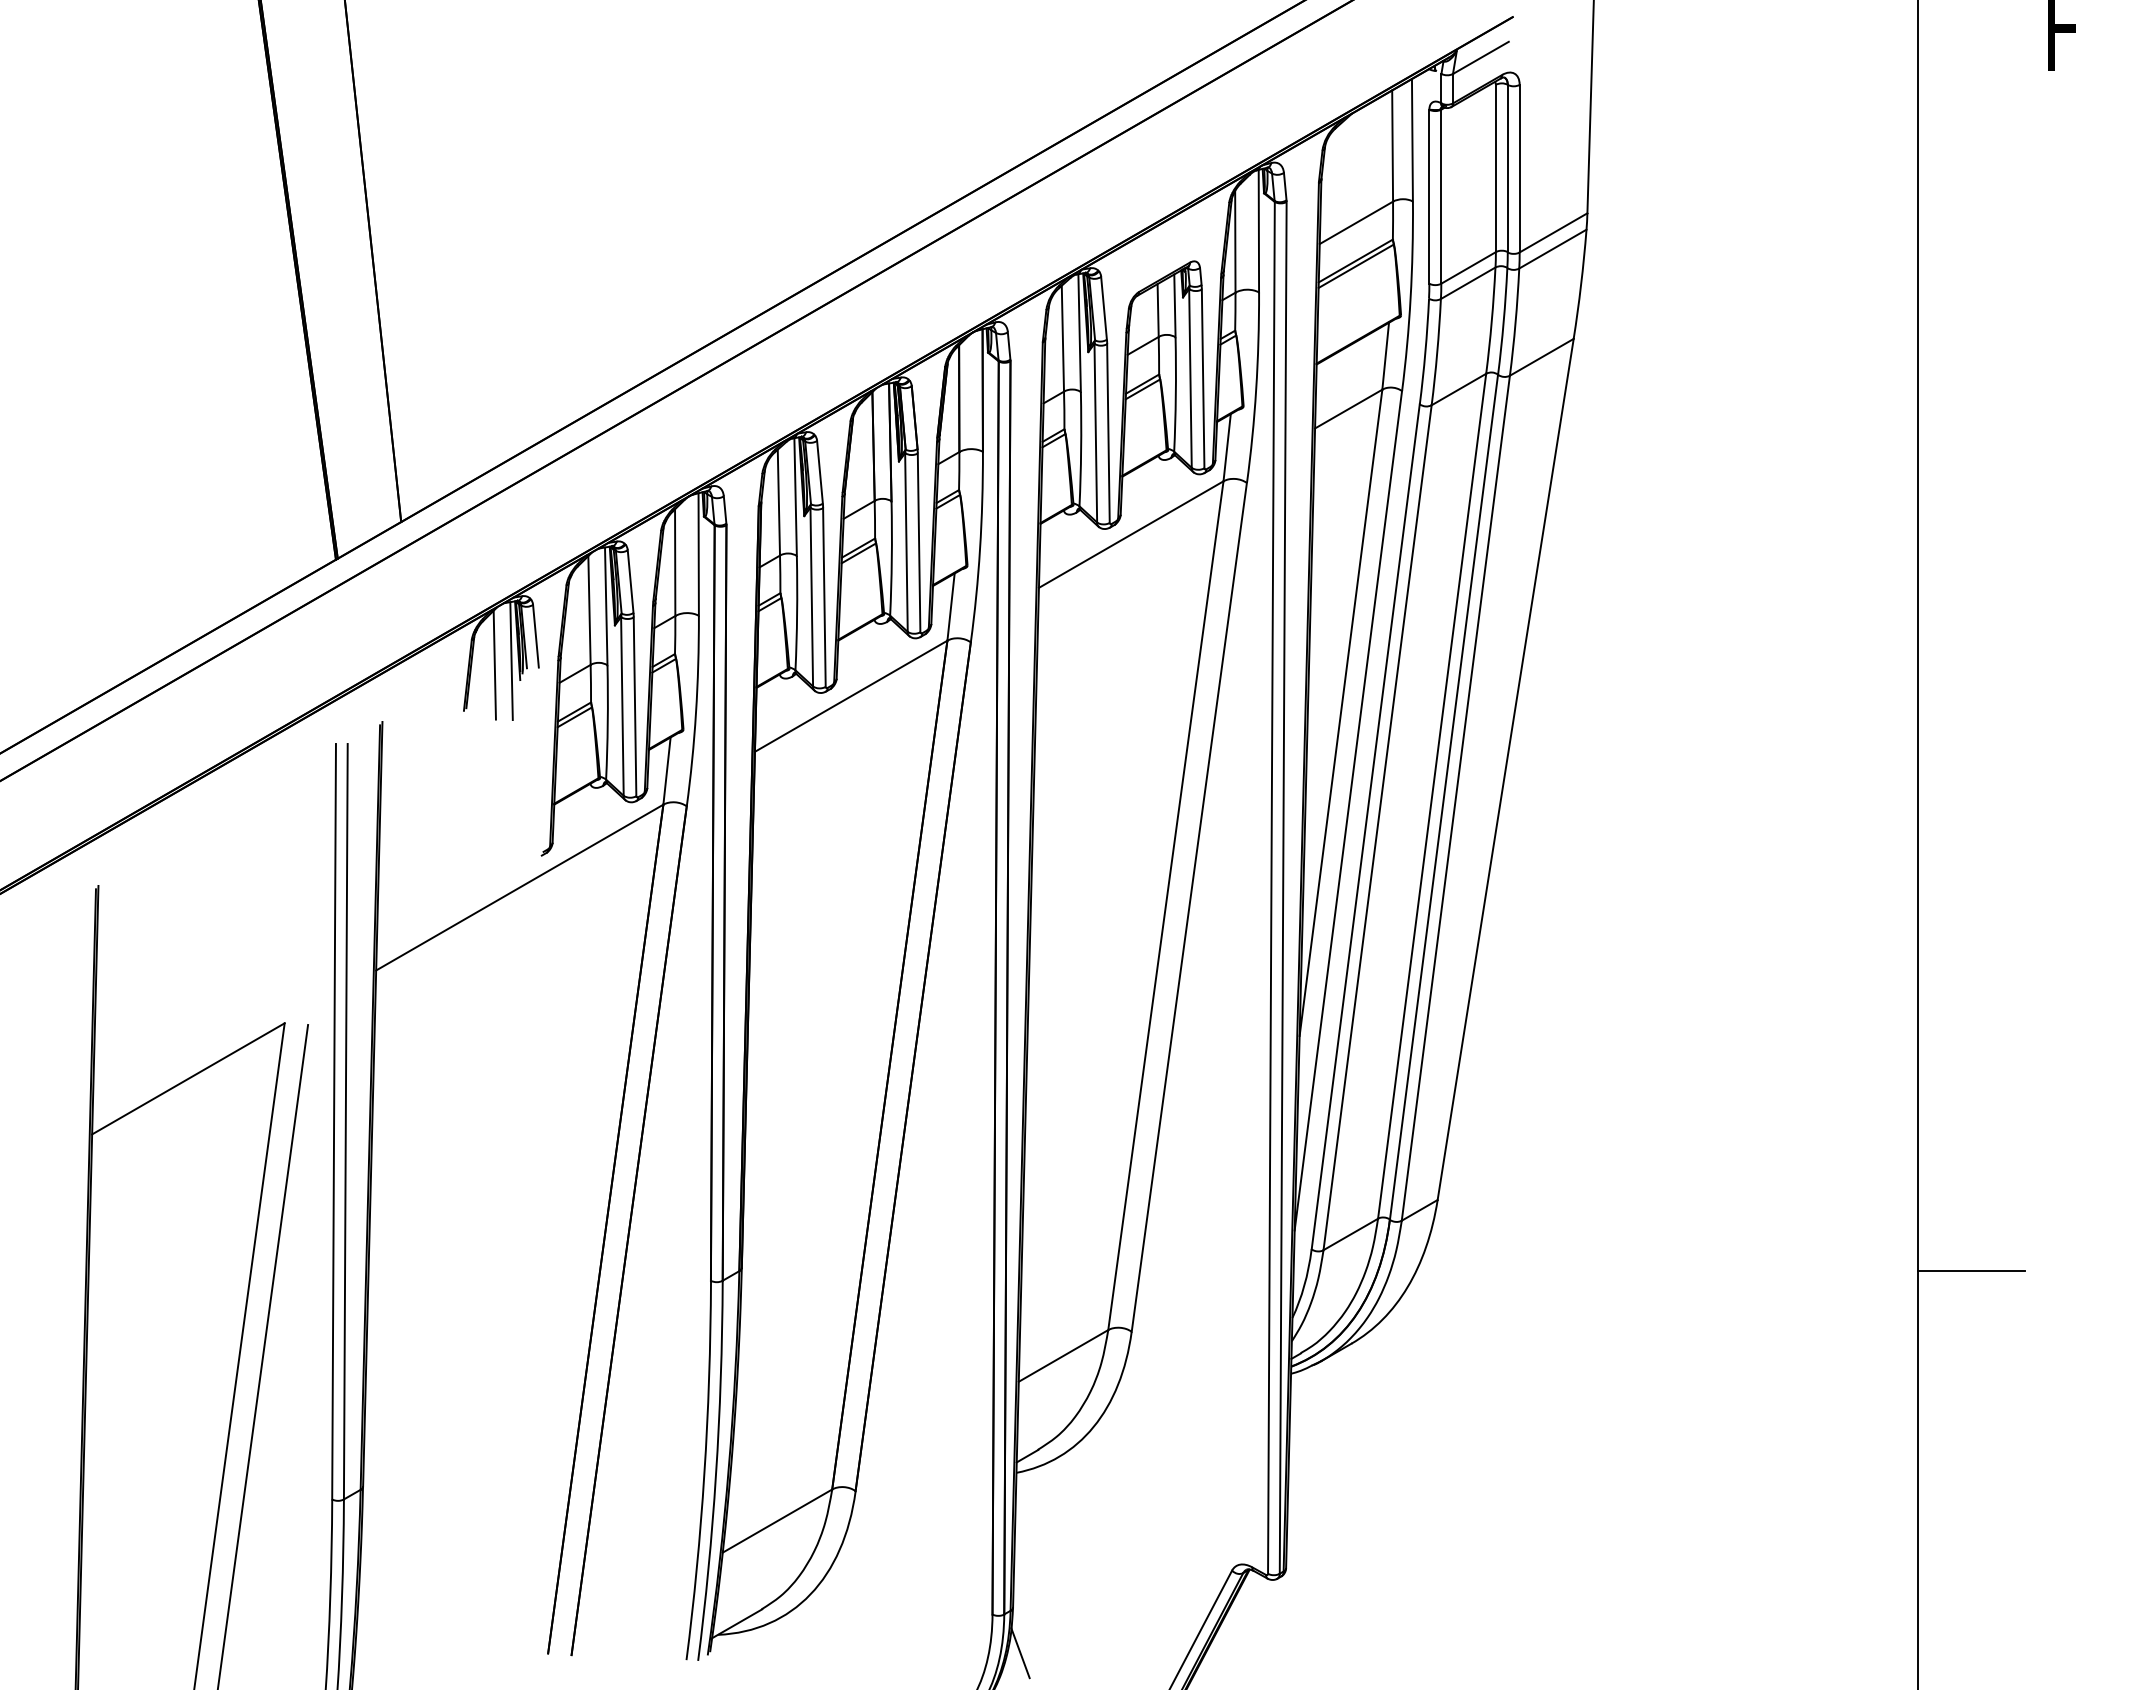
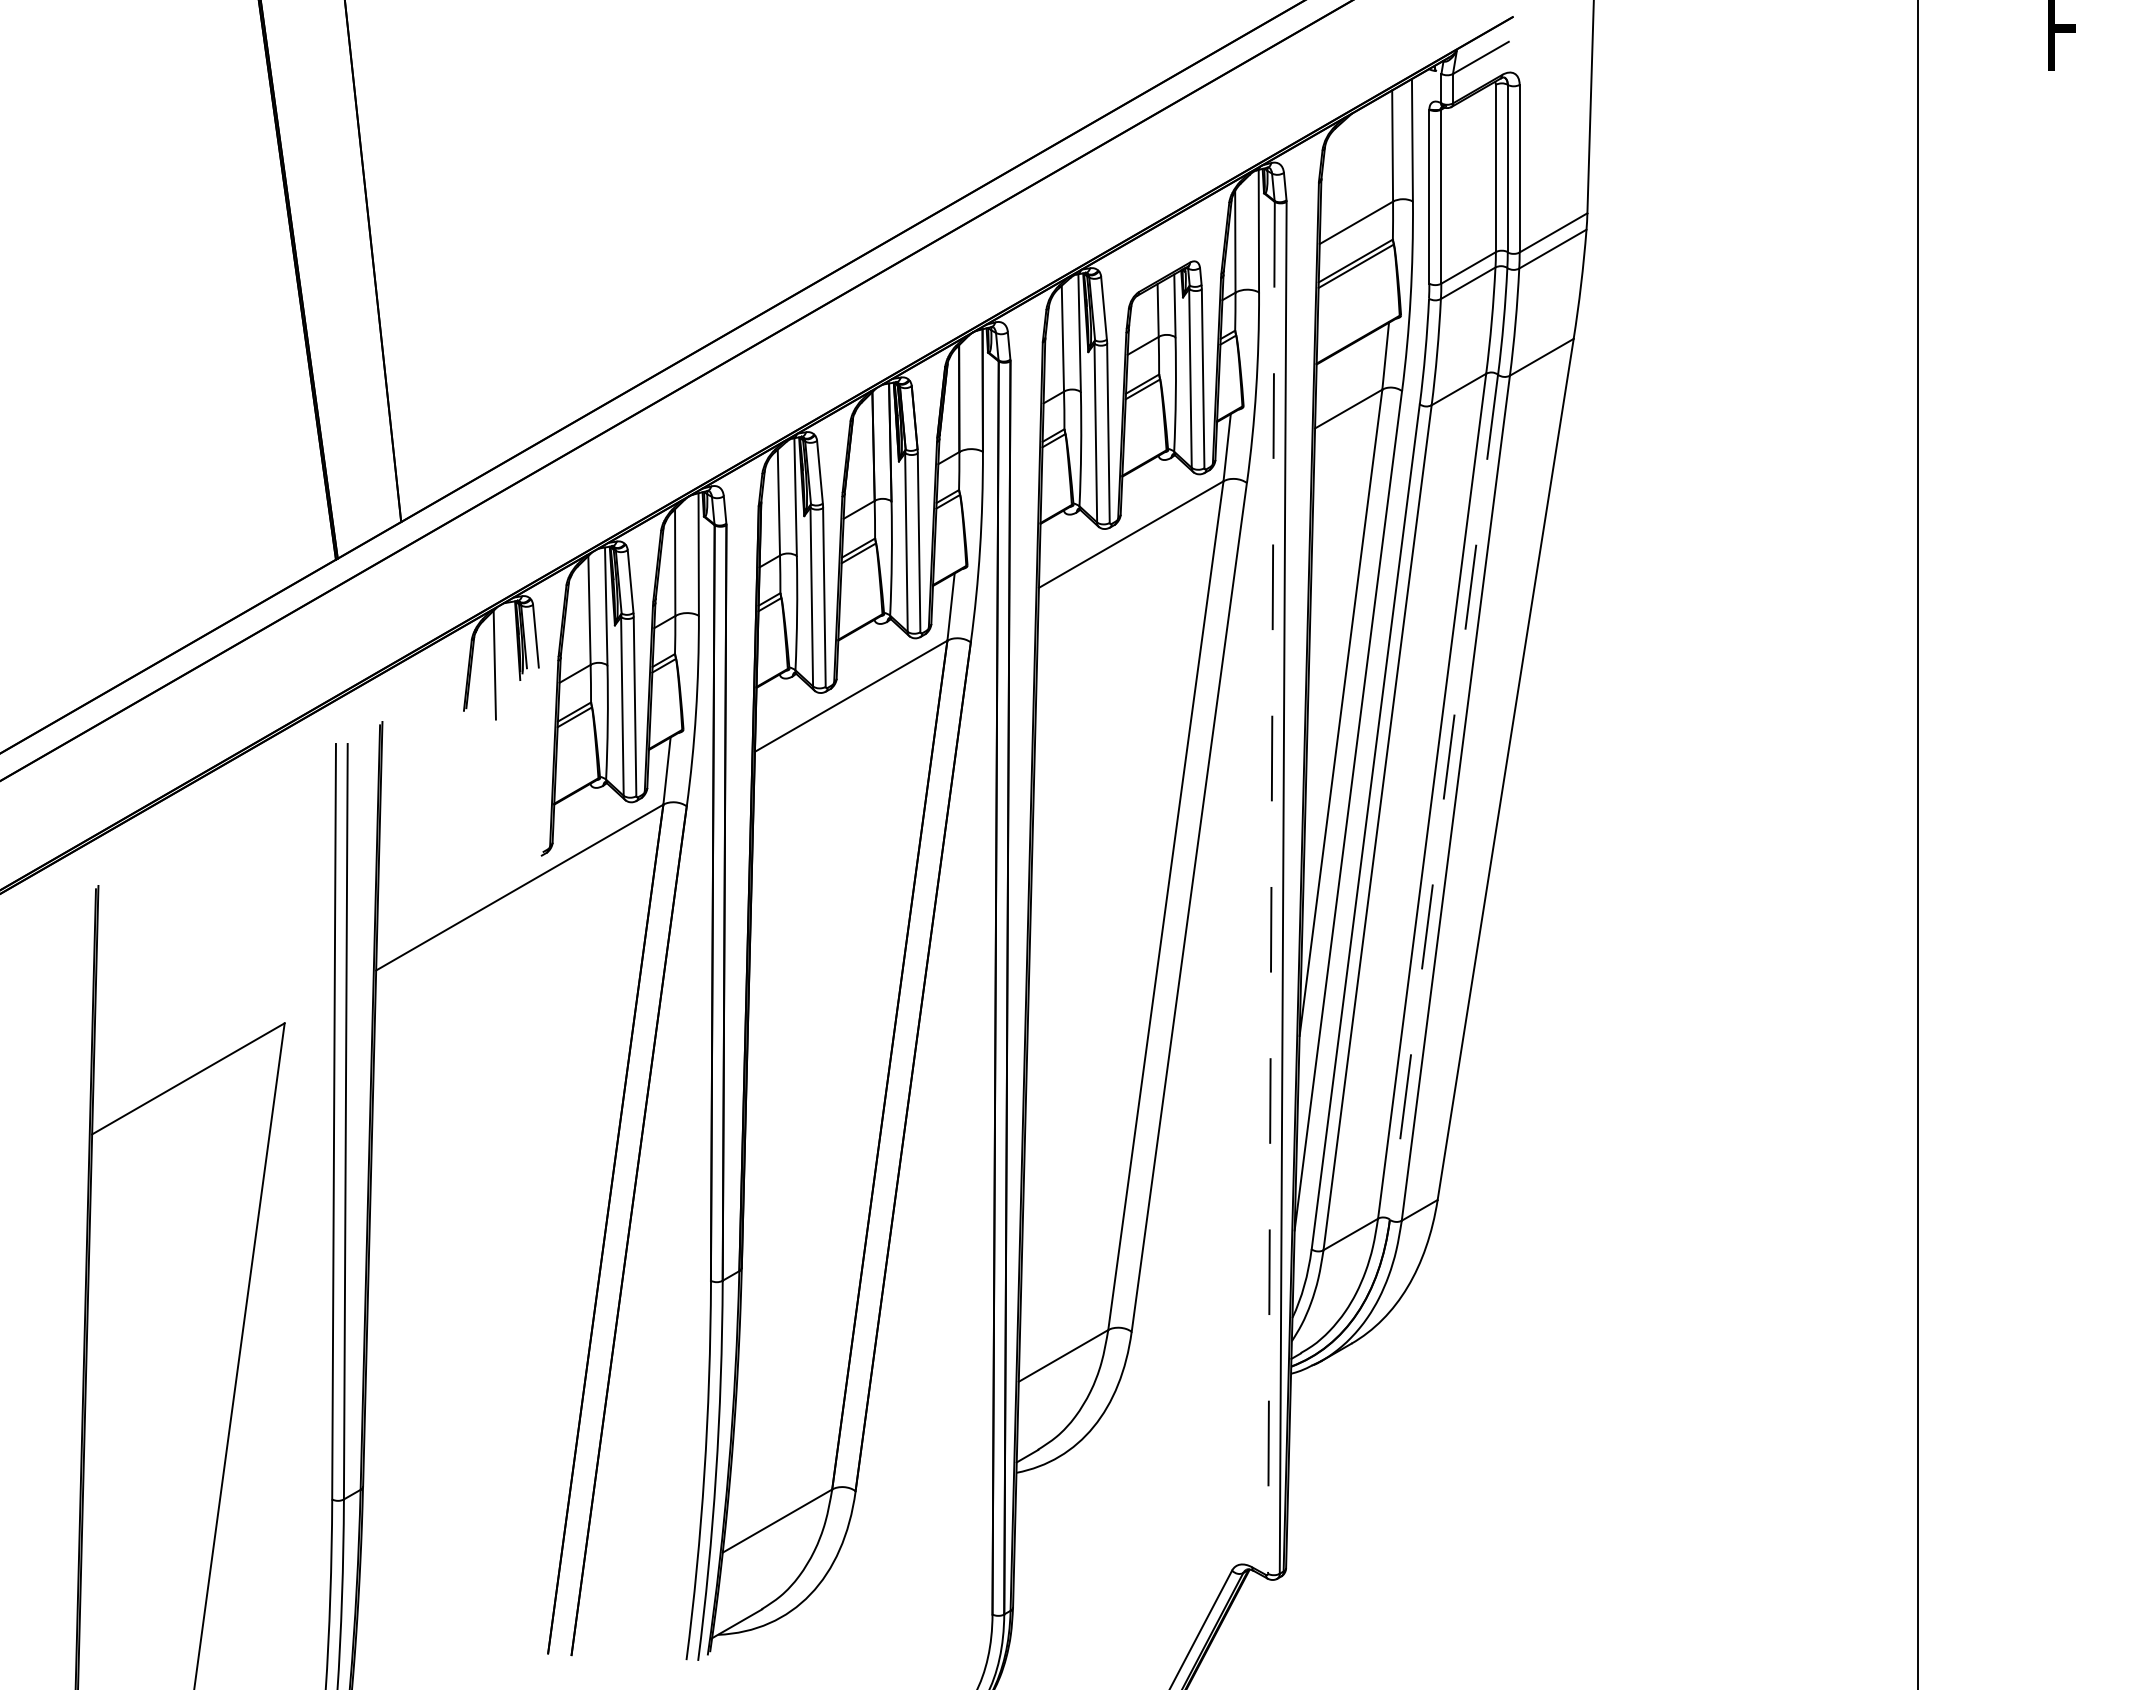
line at (511, 661): present -> none
line at (1444, 797): solid -> dashed
line at (1271, 887): solid -> dashed
line at (1971, 1270): present -> none
line at (263, 1355): present -> none
line at (1020, 1653): present -> none
